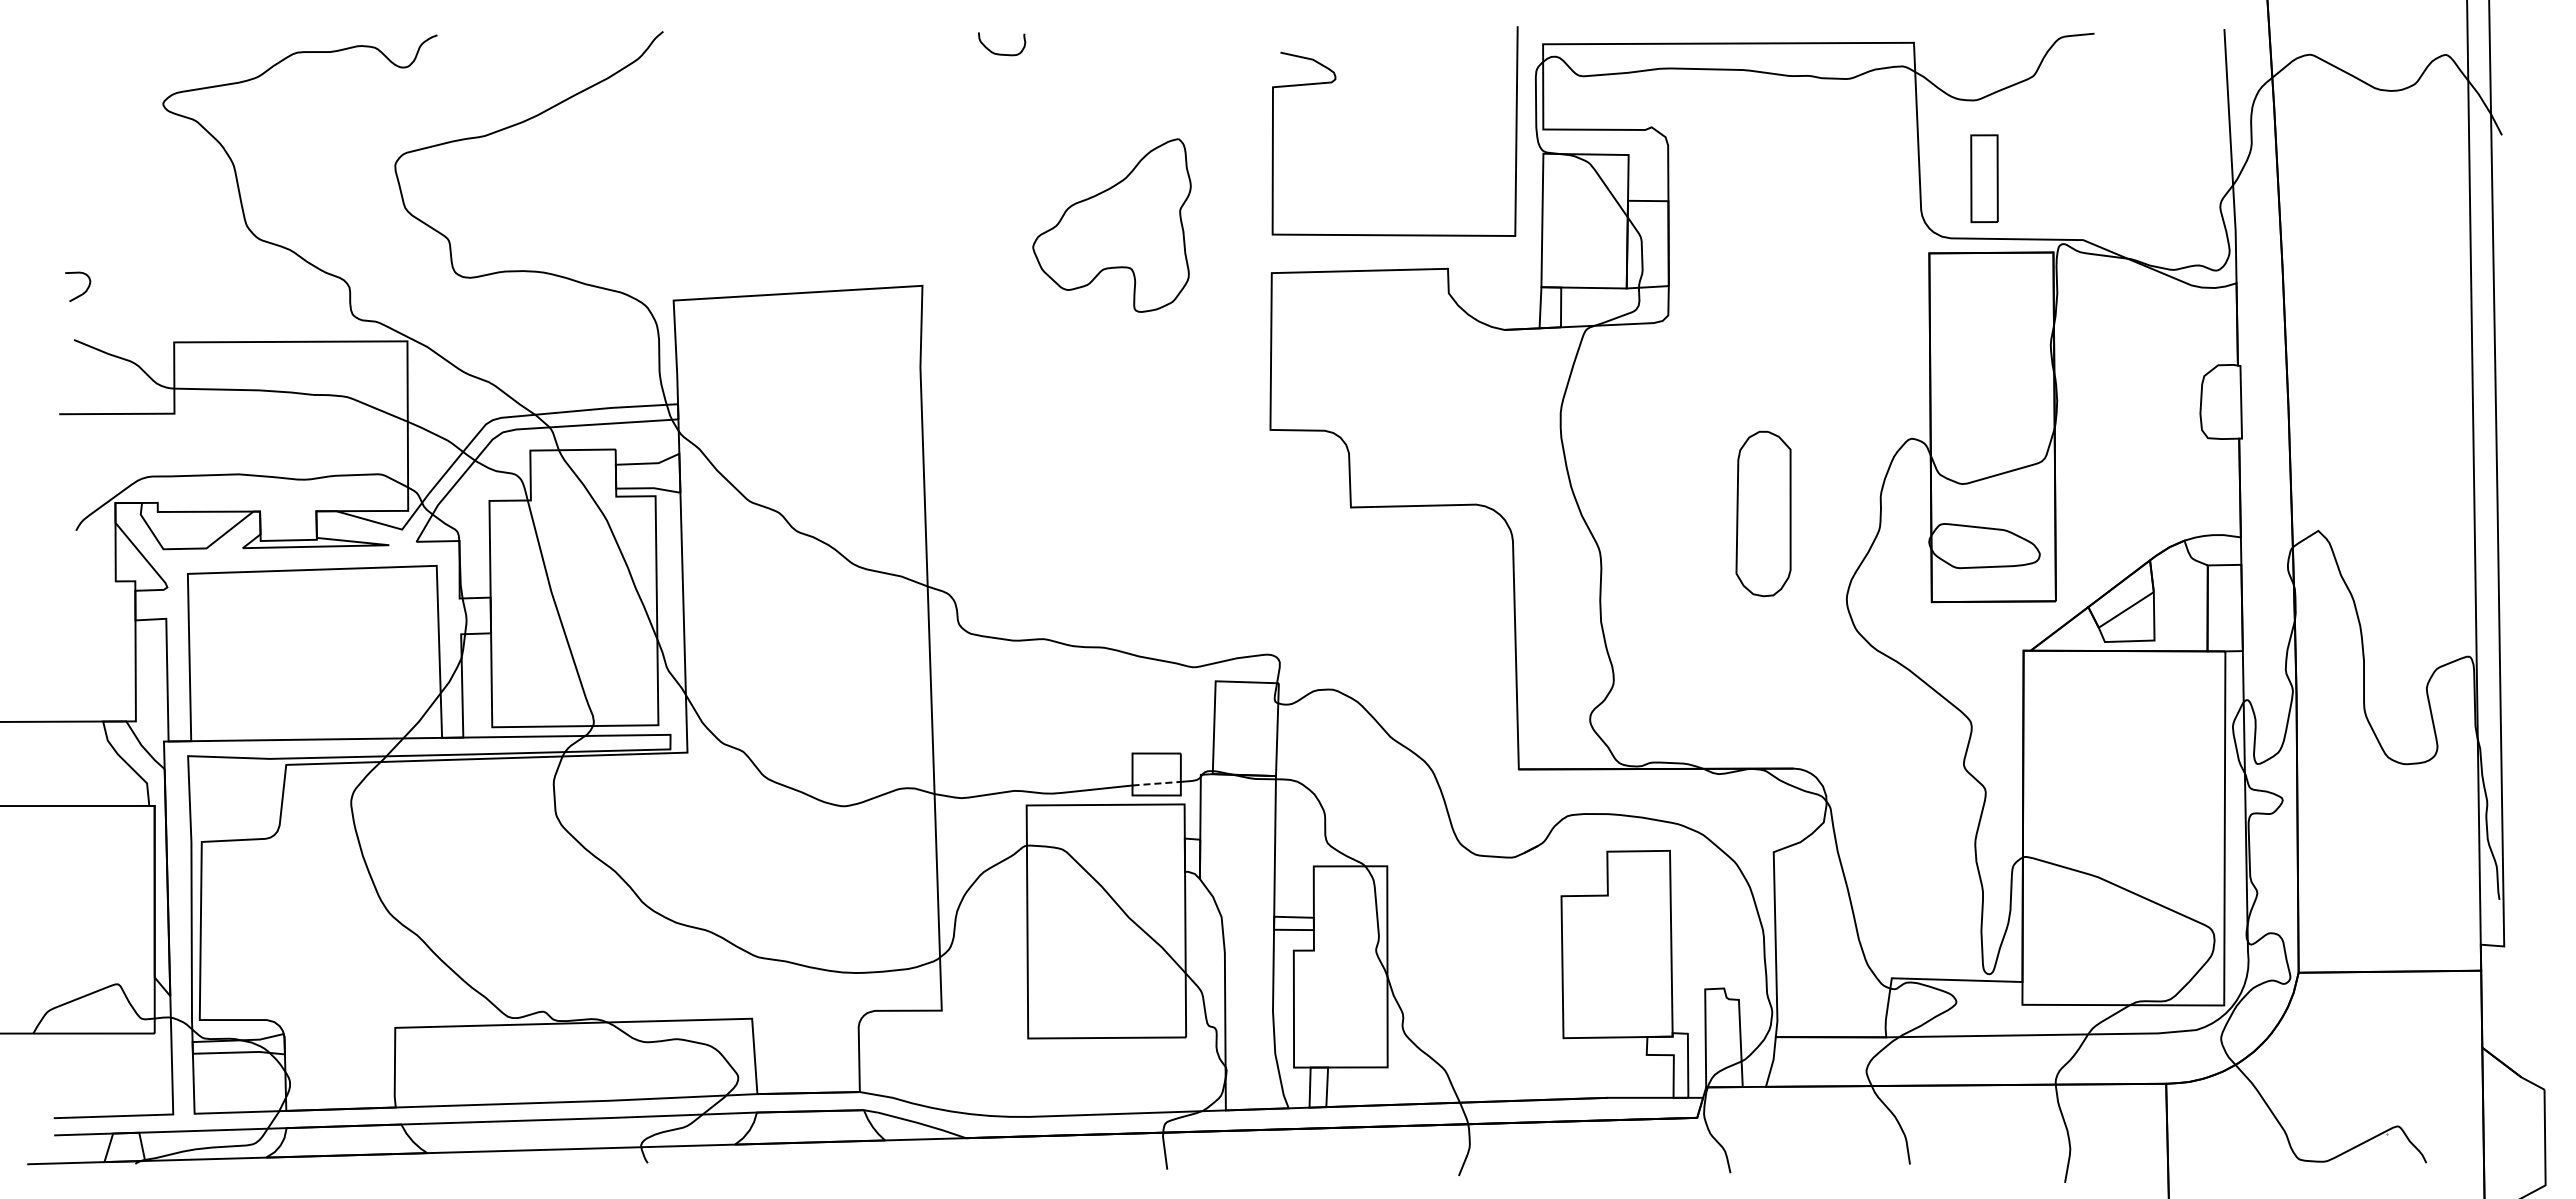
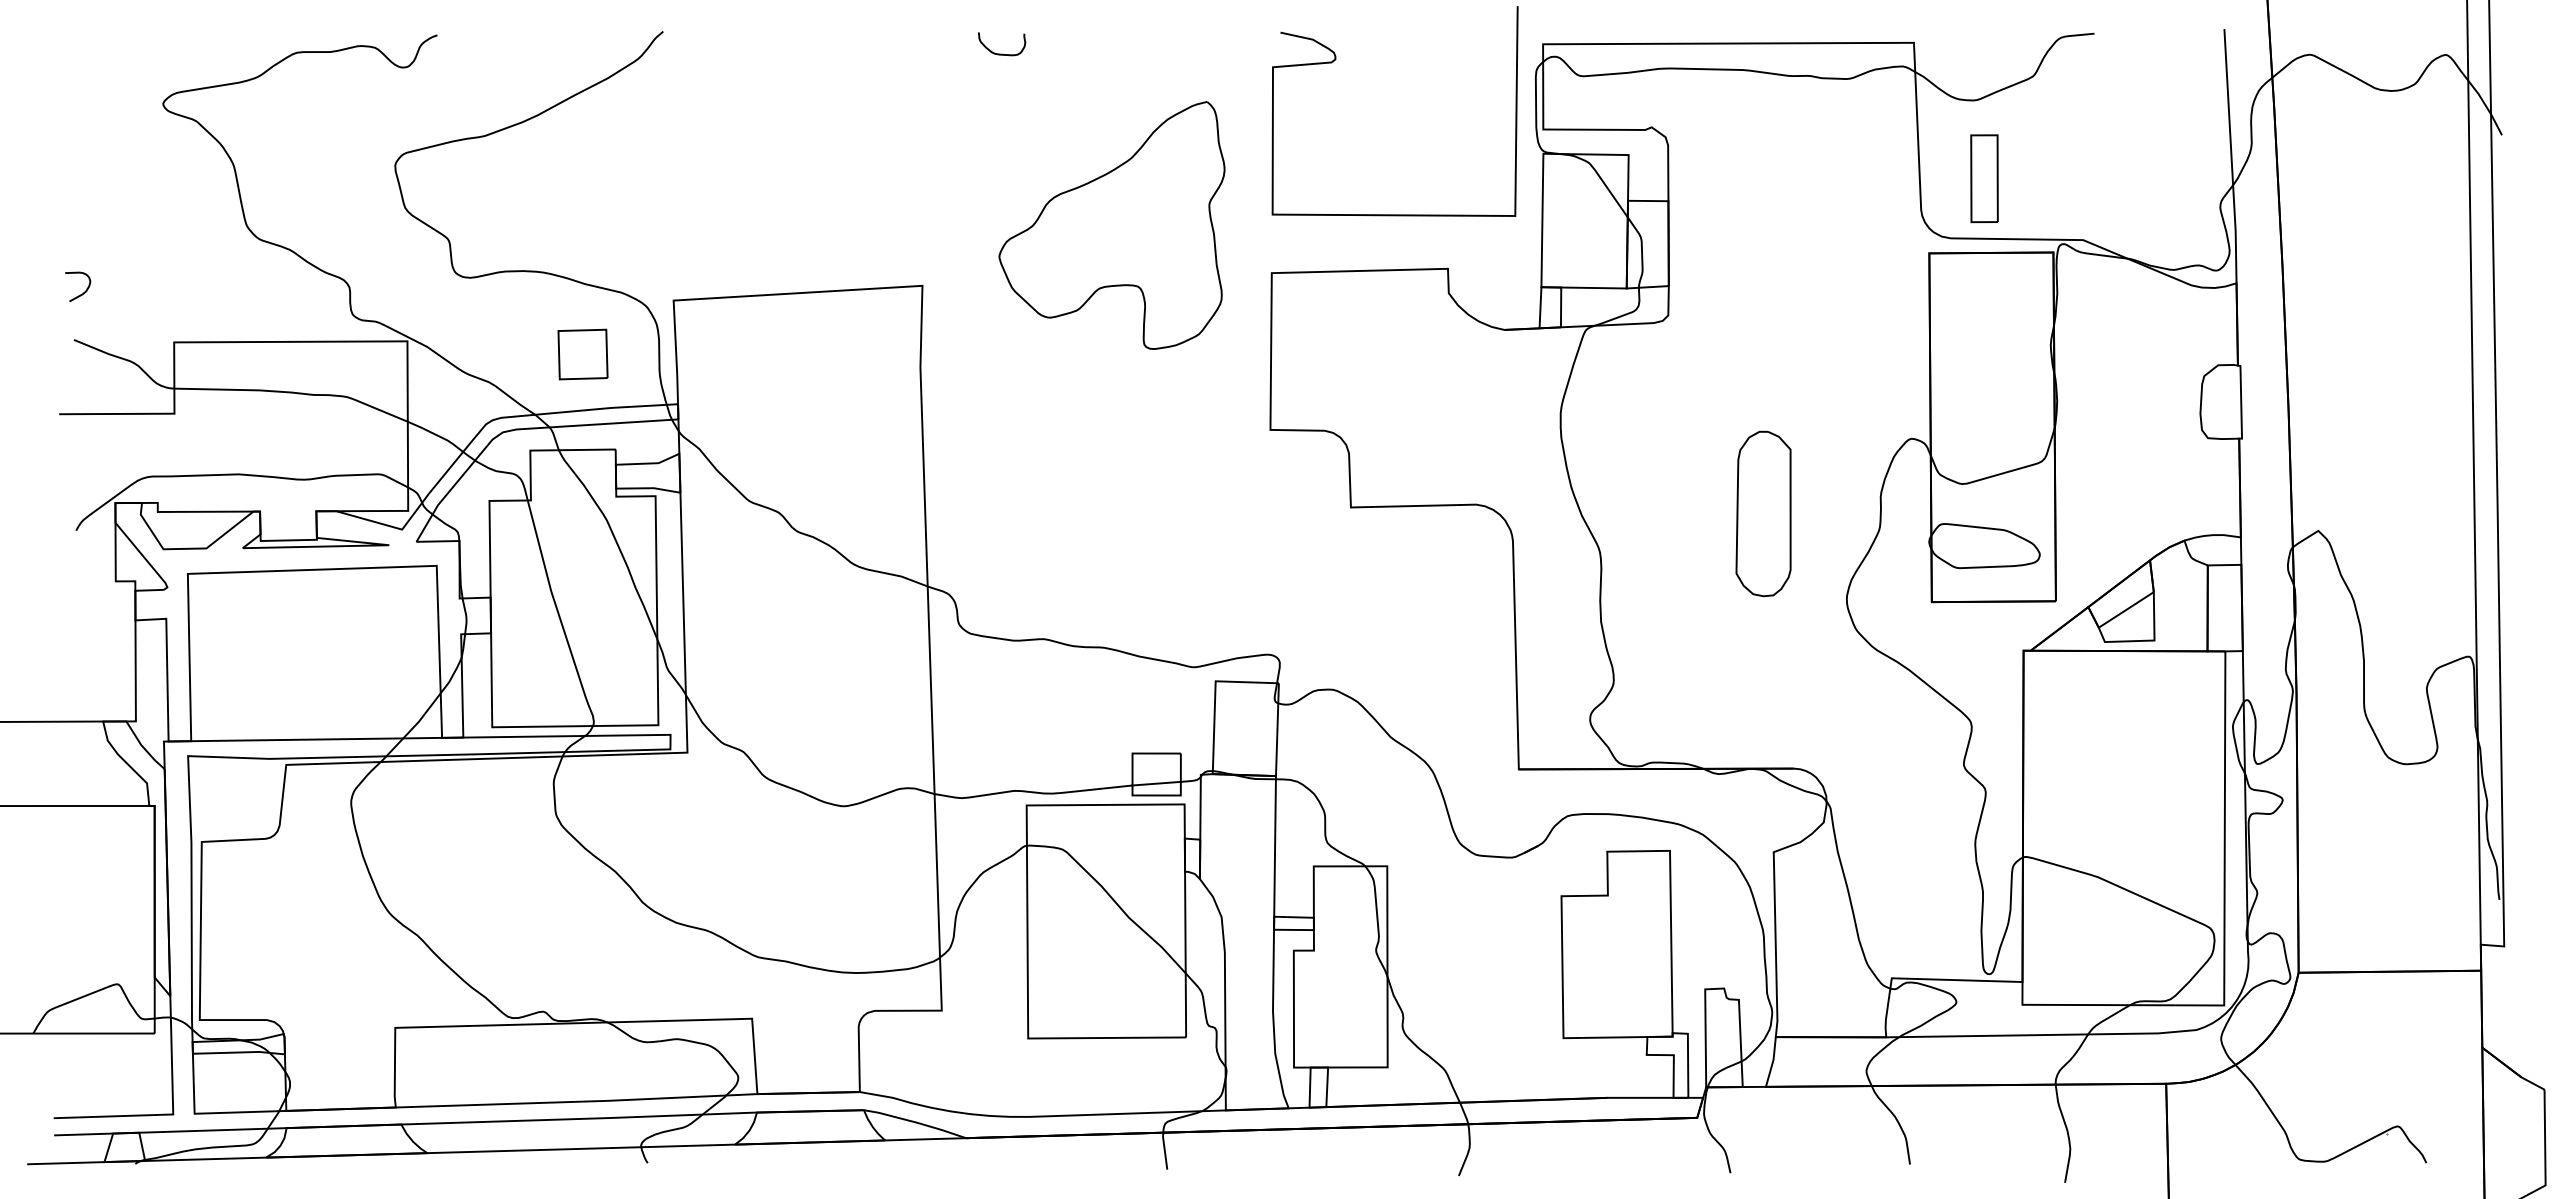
curve at (1336, 79) position: (1336, 79) -> (1336, 59)
part at (1111, 225) size: 160x175 px -> 228x249 px
part at (582, 354): none -> present
line at (1157, 783): dashed -> solid
